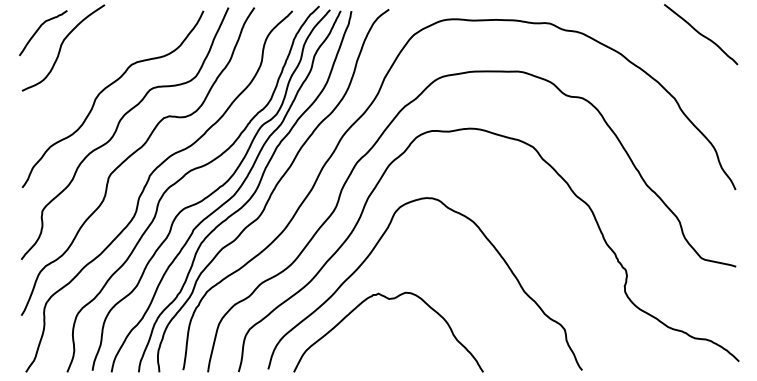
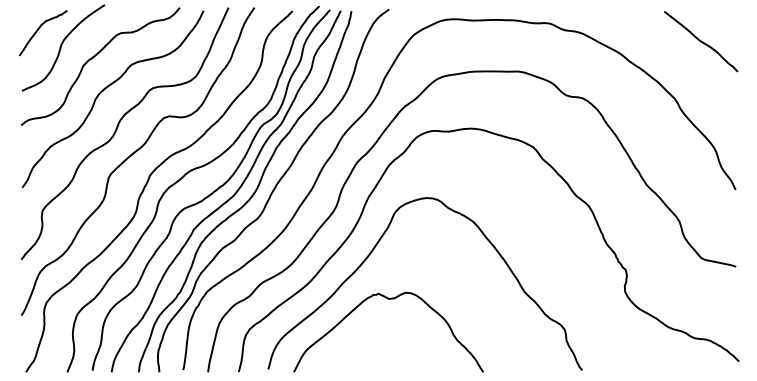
curve at (701, 34) position: (701, 34) -> (701, 41)
curve at (93, 58): none -> present
